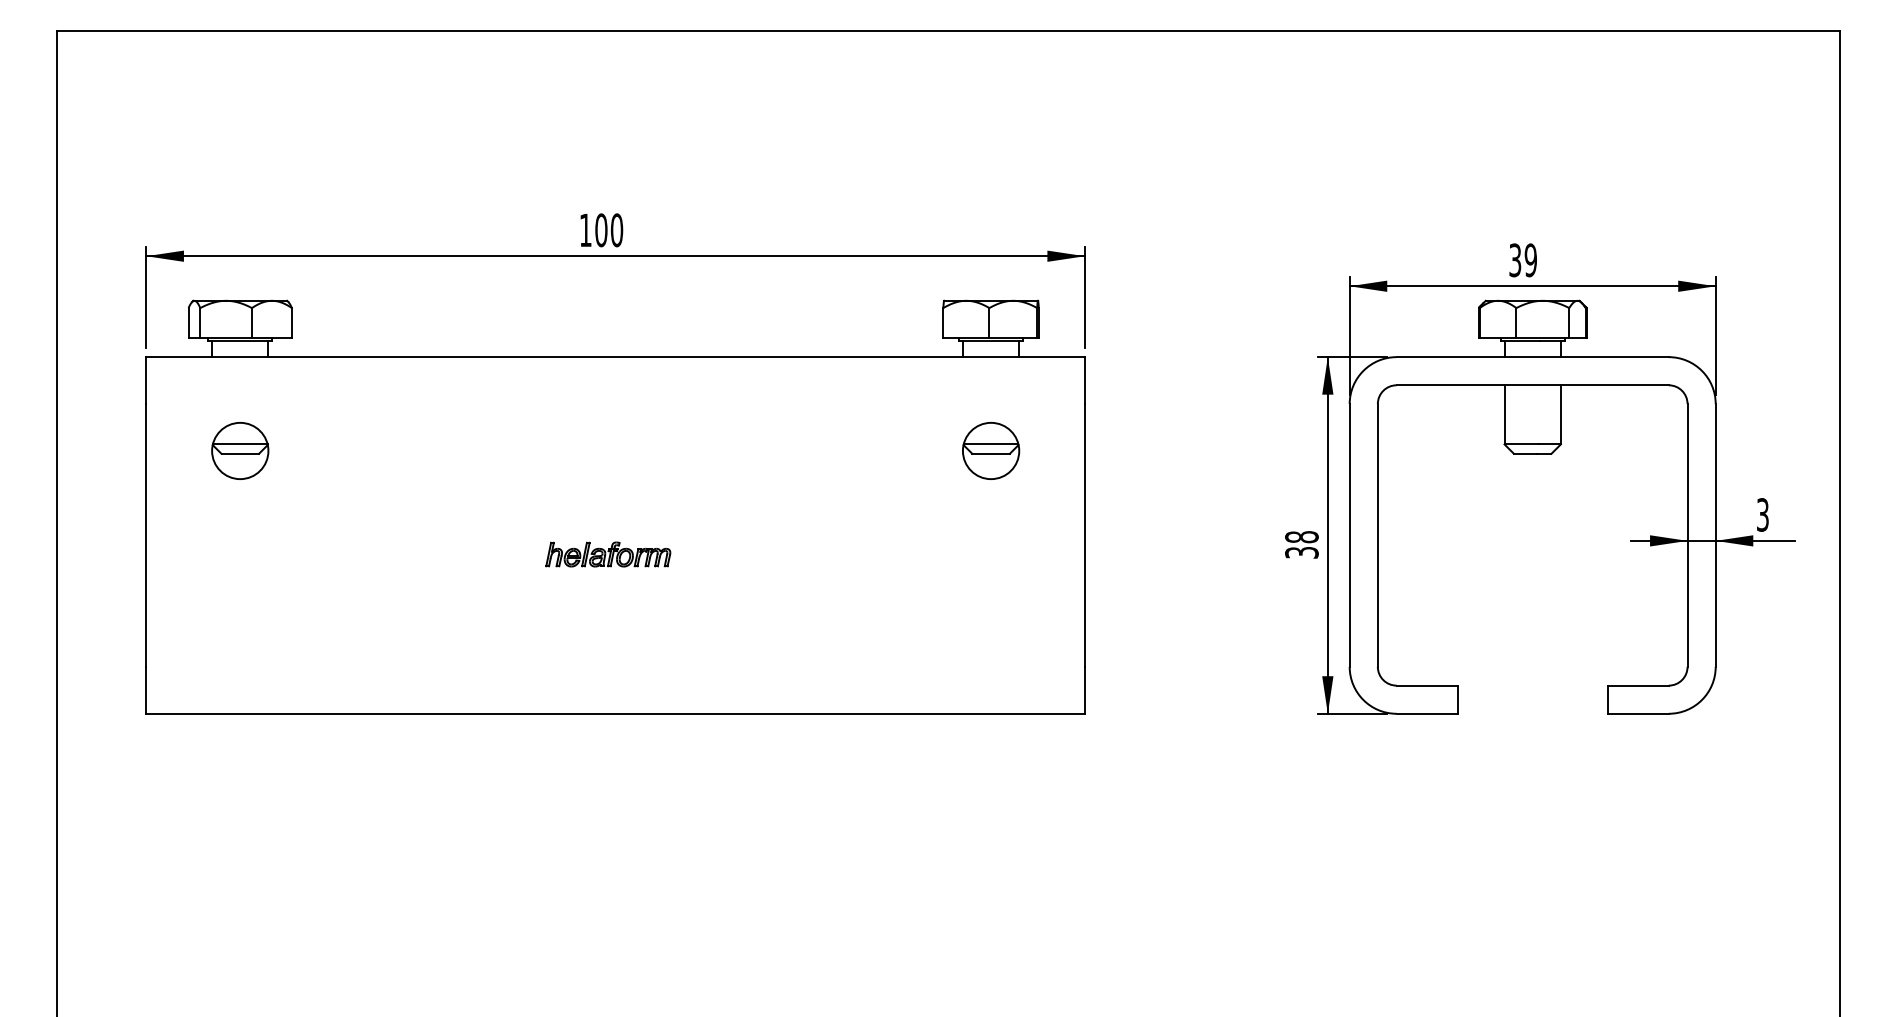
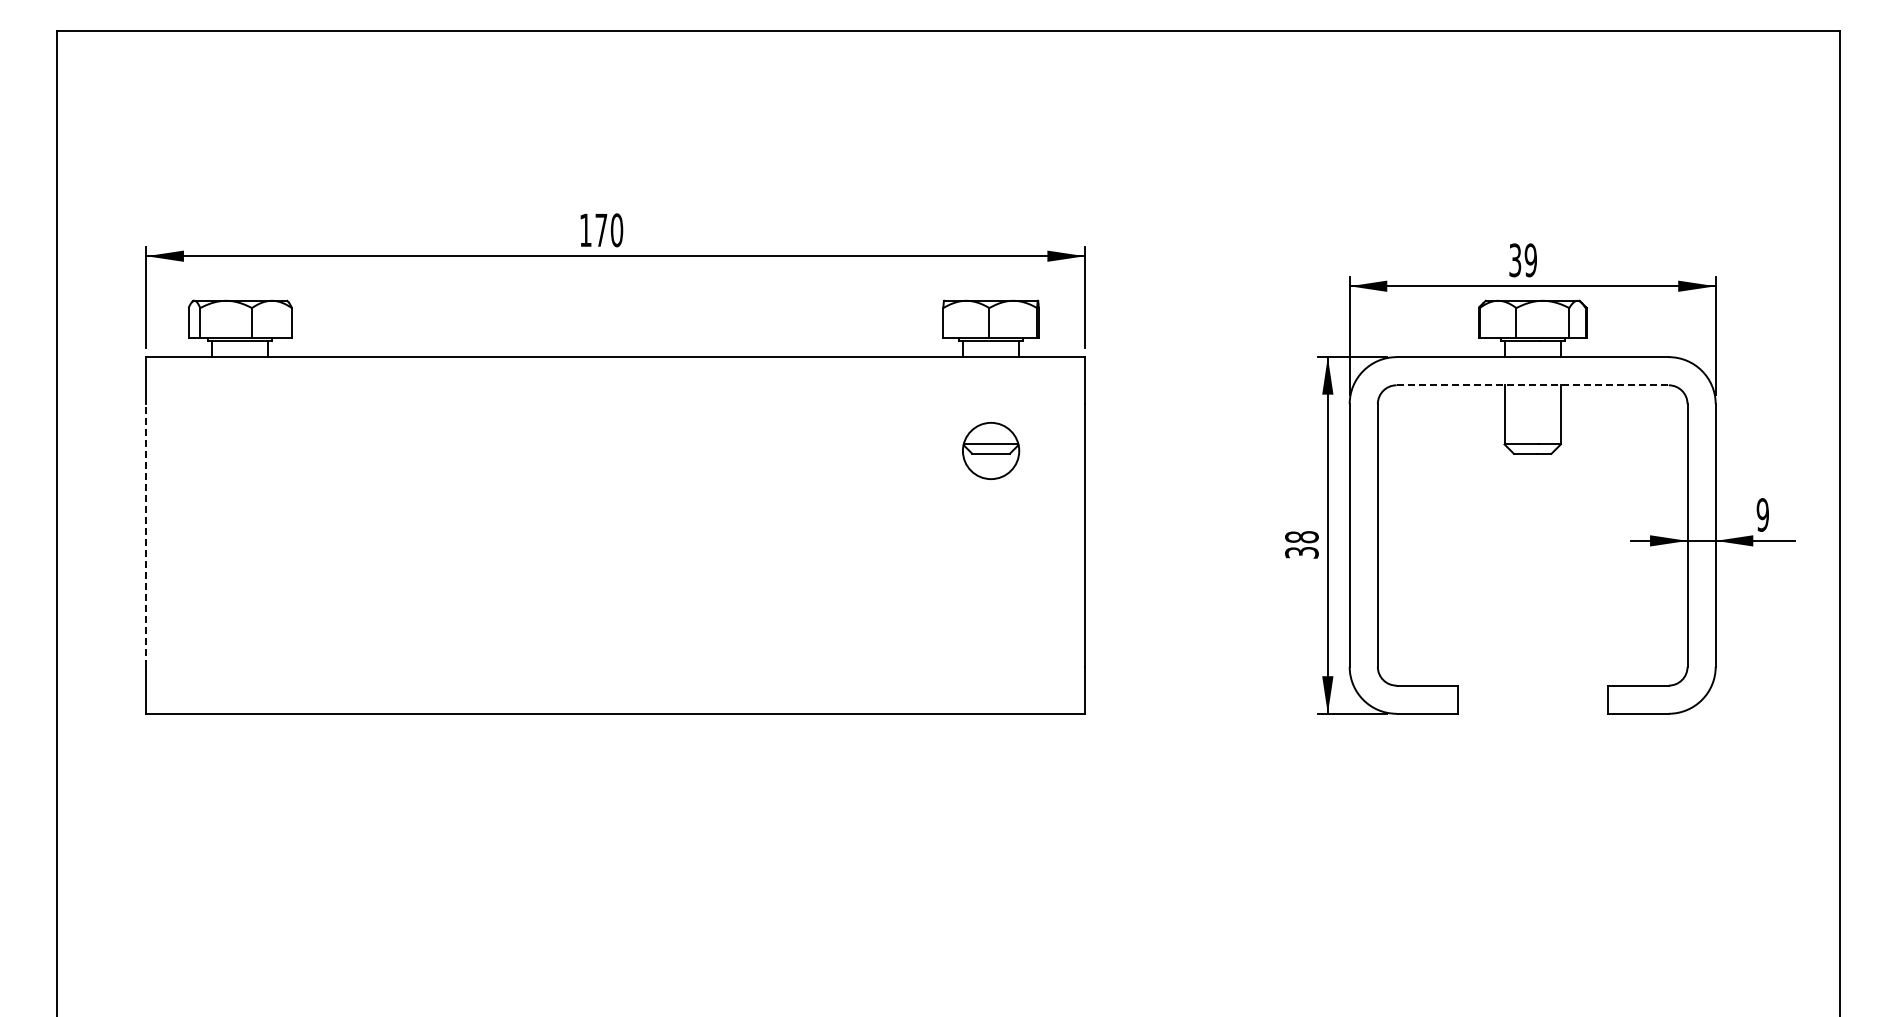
text at (601, 230): 100 -> 170
line at (1533, 385): solid -> dashed
part at (240, 450): present -> none
text at (1762, 514): 3 -> 9
line at (146, 534): solid -> dashed
part at (608, 554): present -> none
